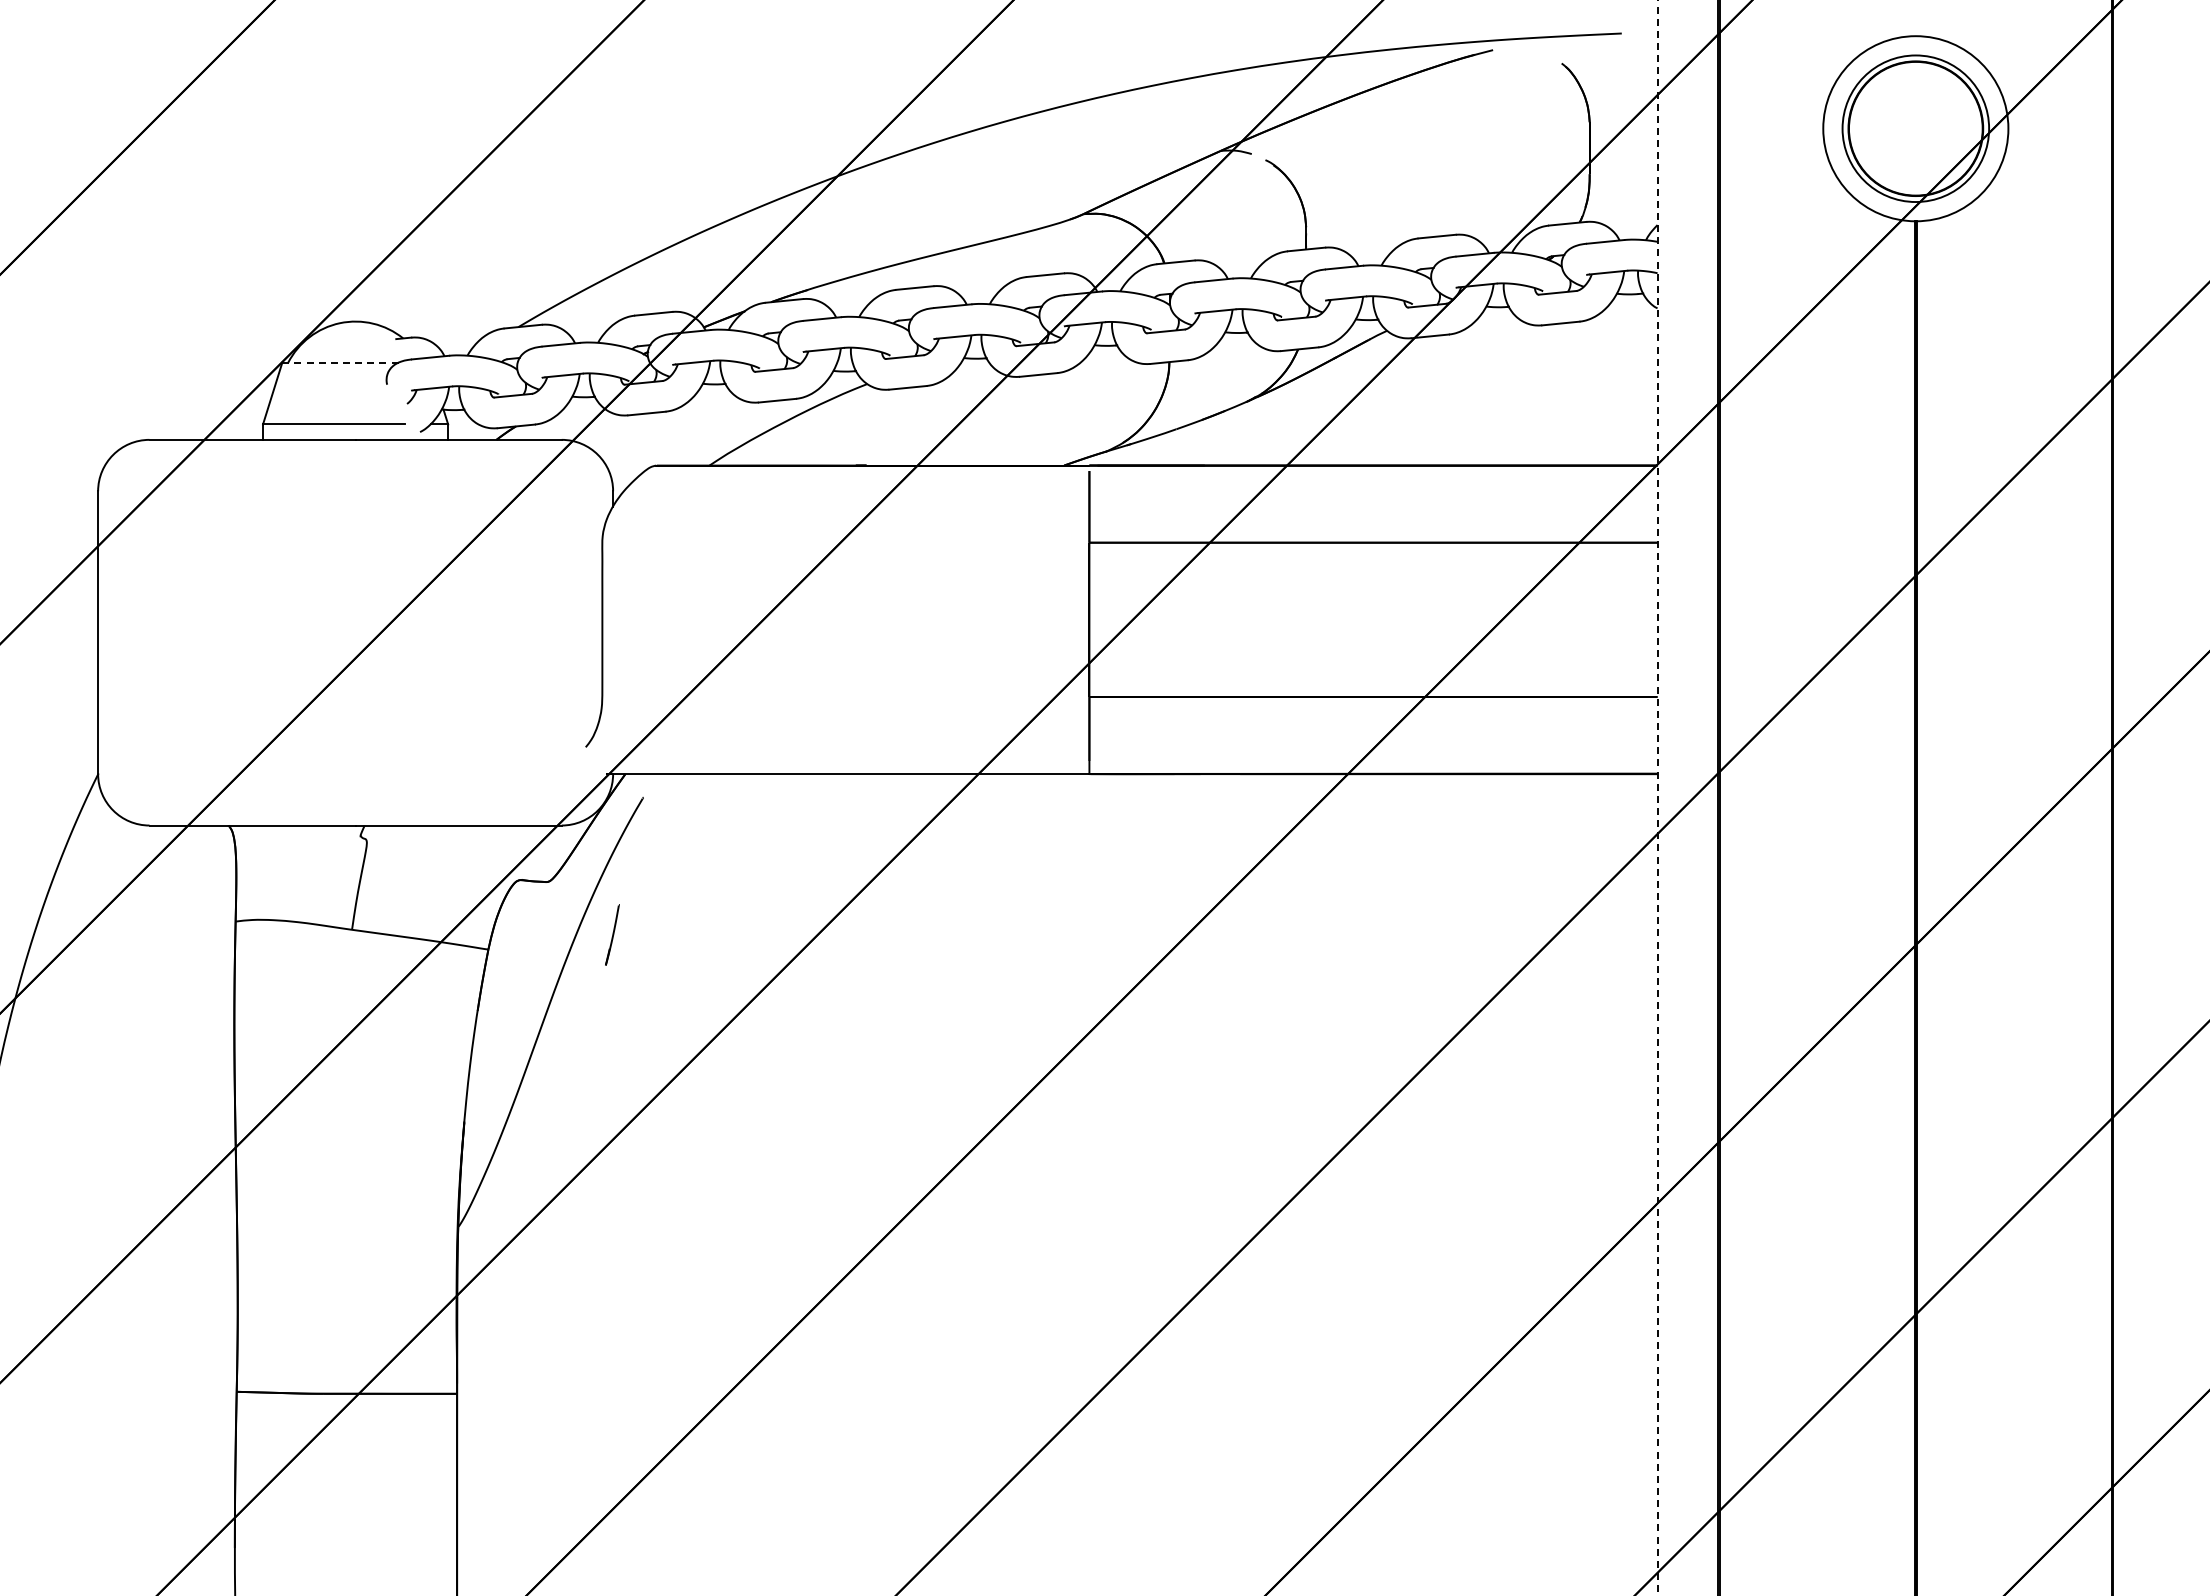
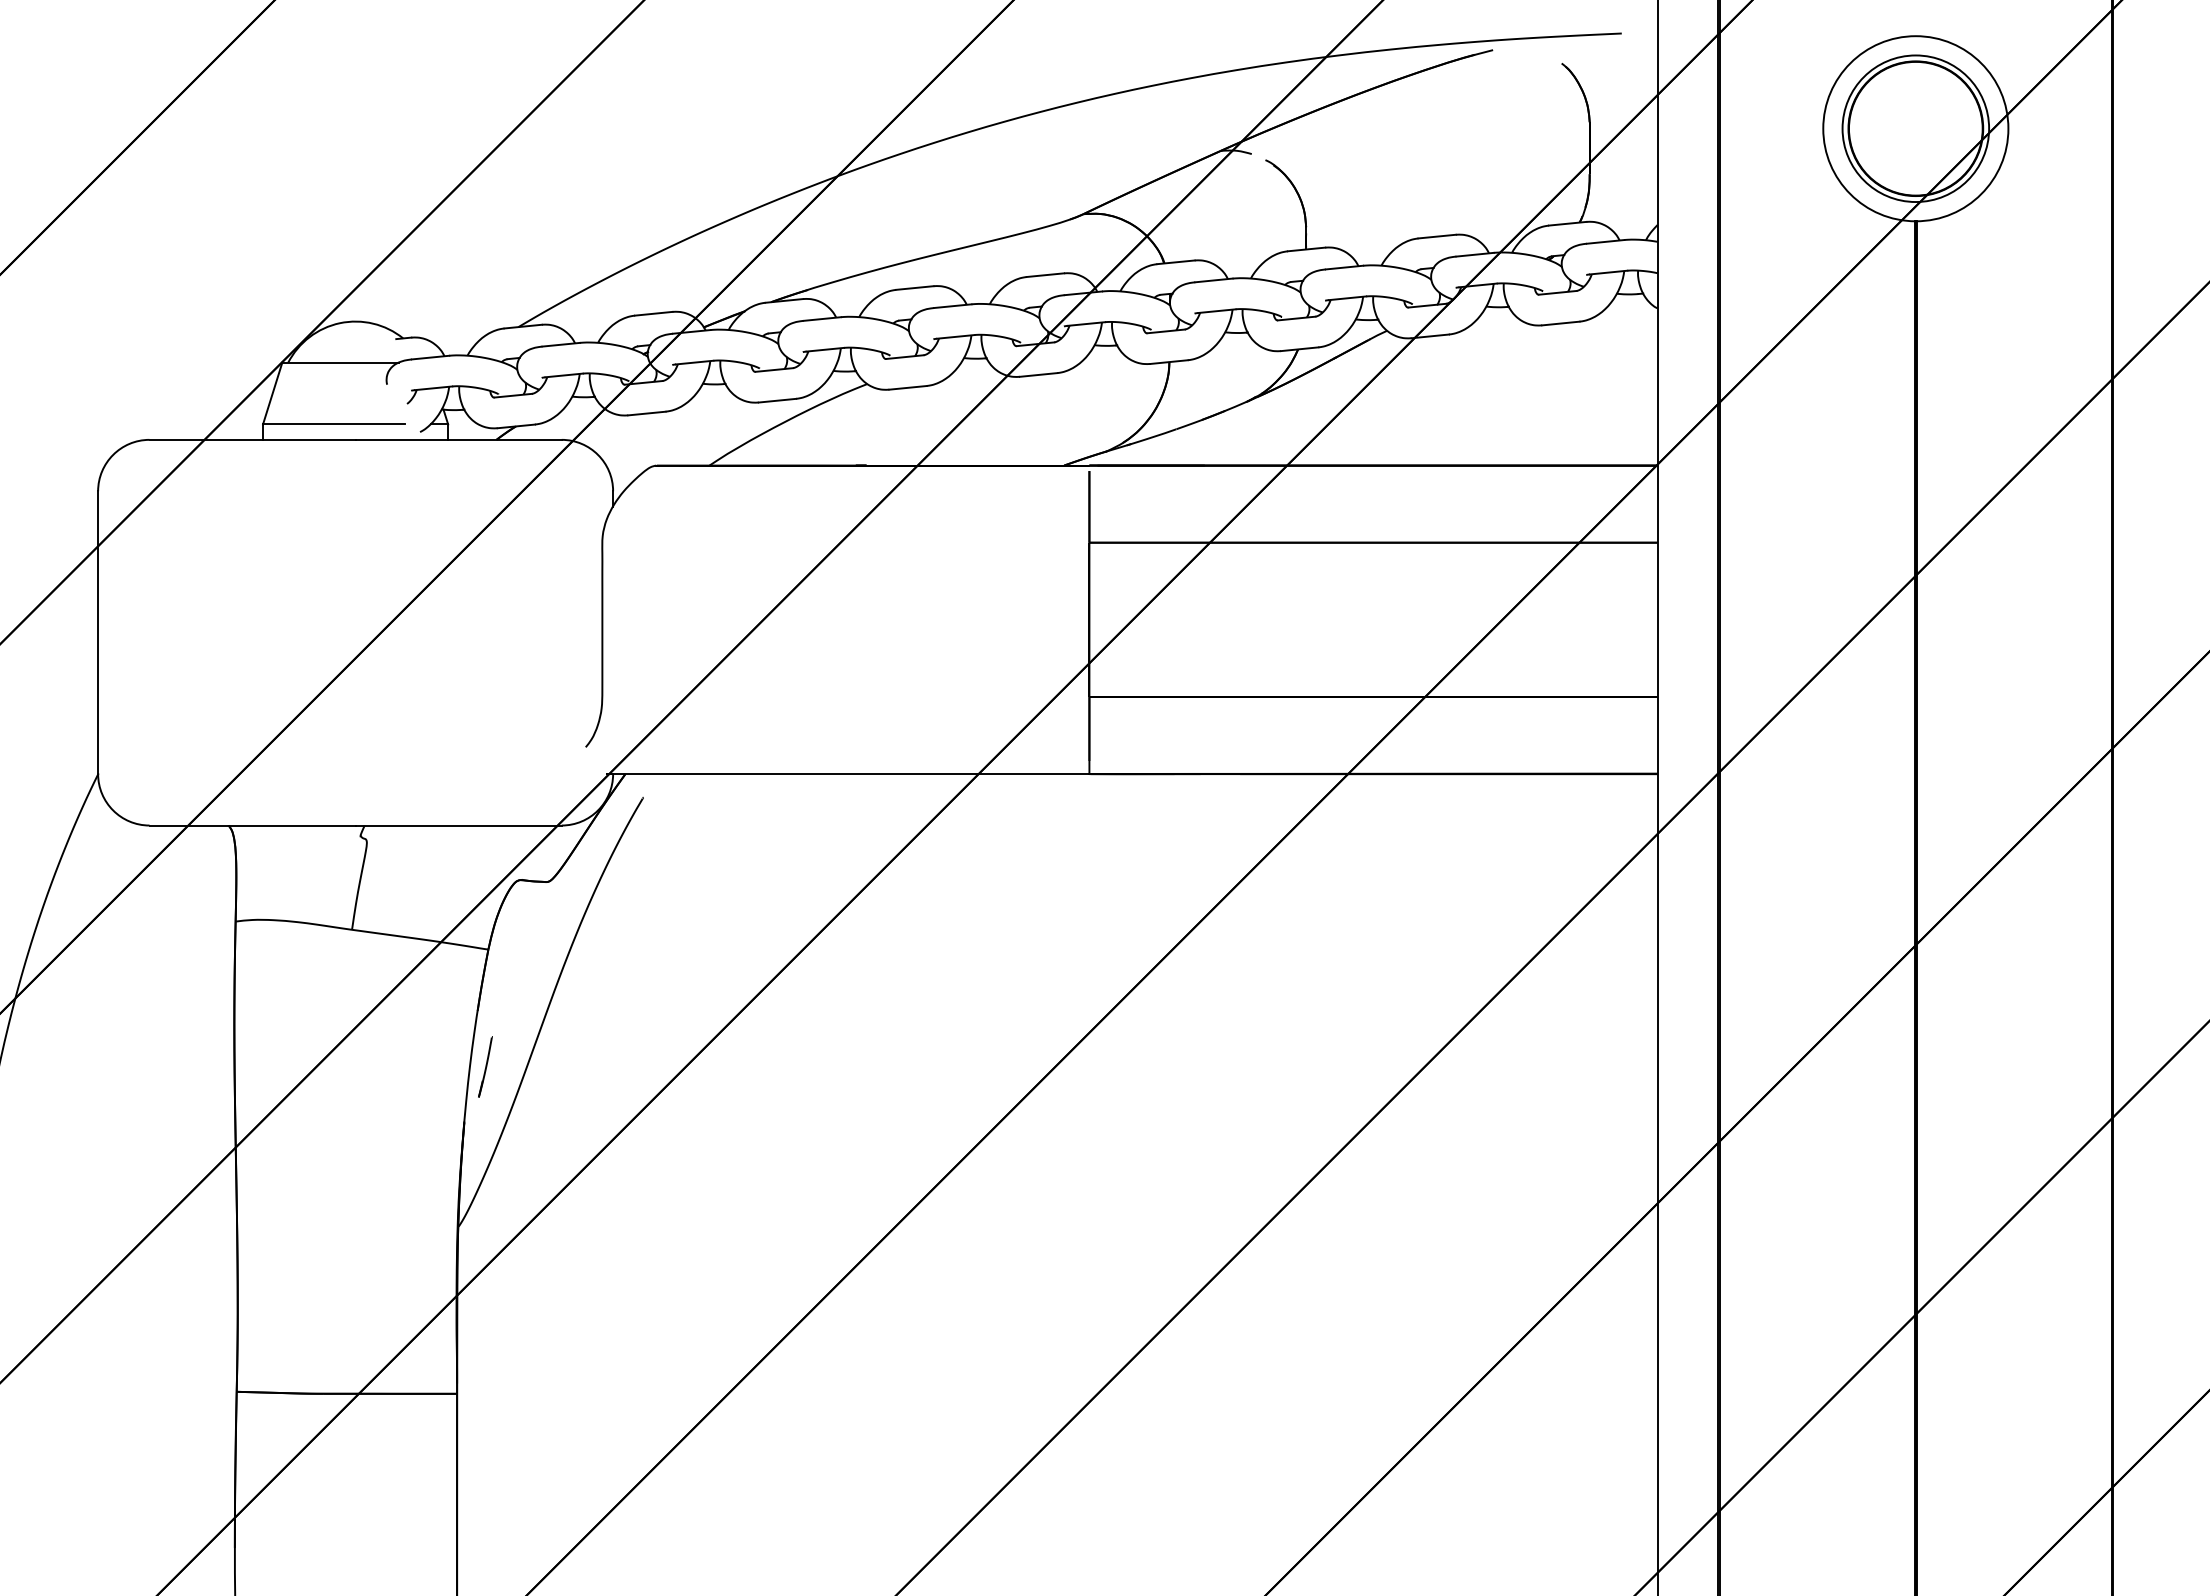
line at (341, 362): dashed -> solid
line at (1657, 798): dashed -> solid
line at (612, 934) position: (612, 934) -> (485, 1066)
